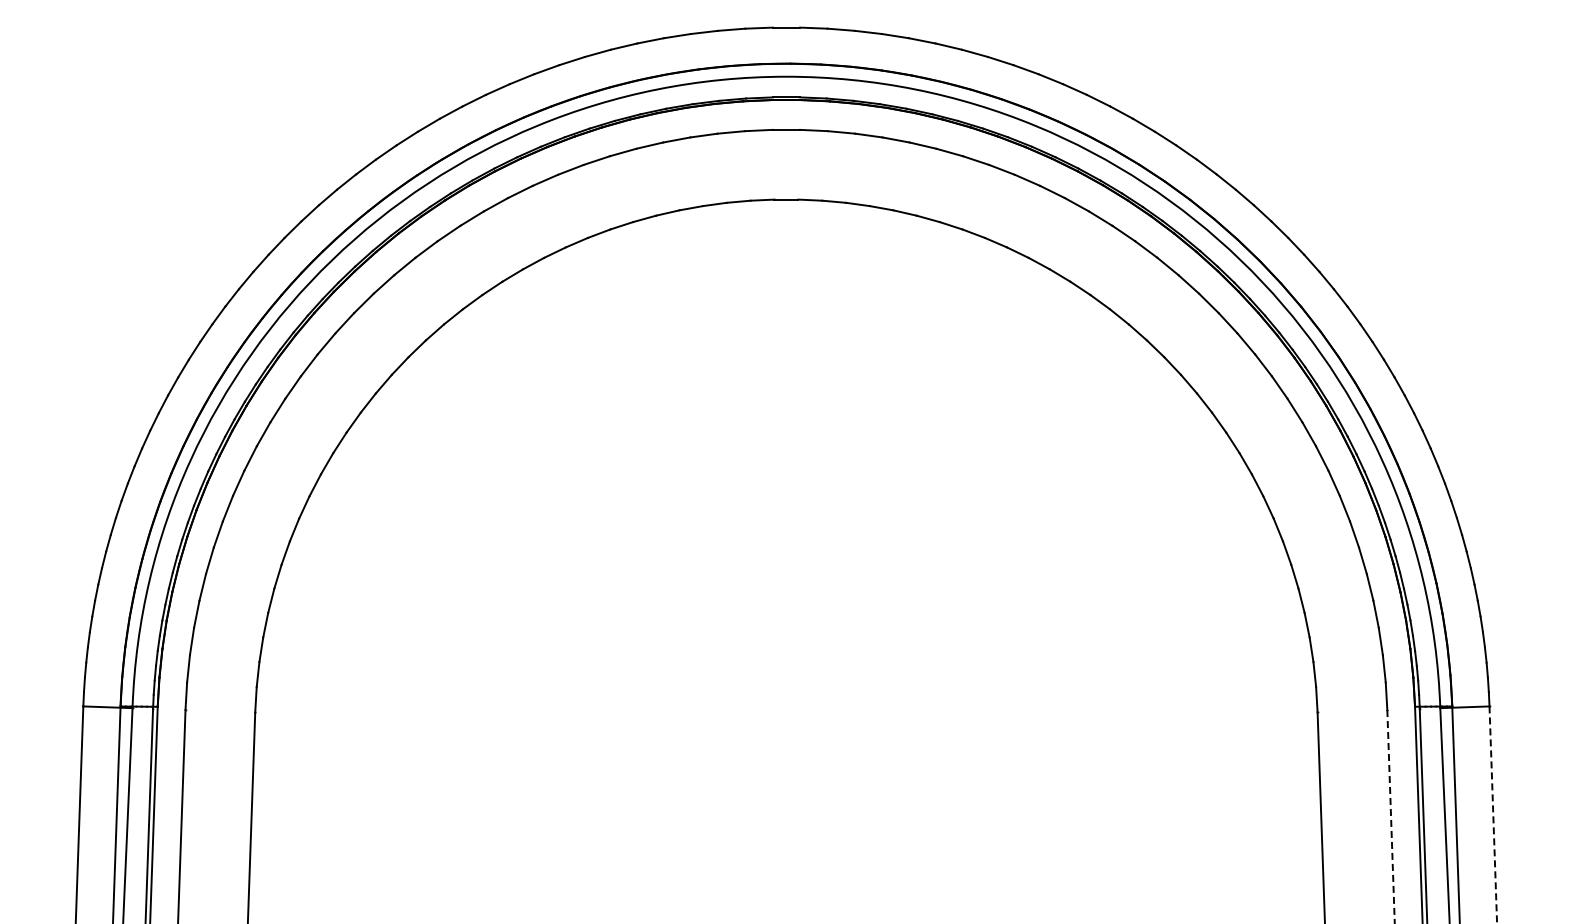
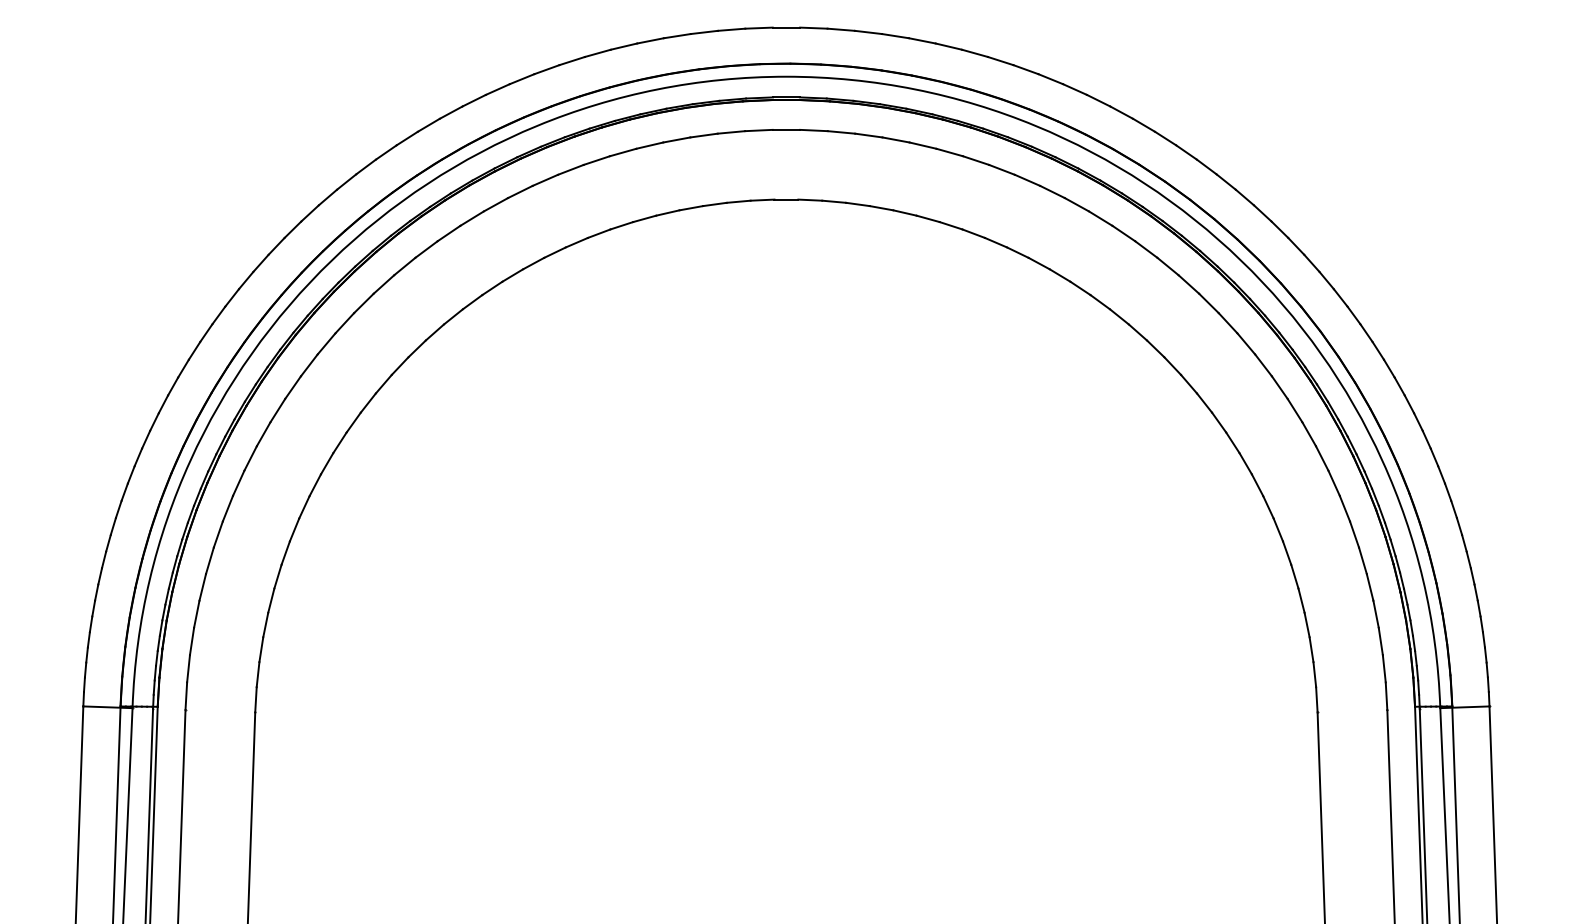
line at (1493, 815): dashed -> solid
line at (1391, 816): dashed -> solid
